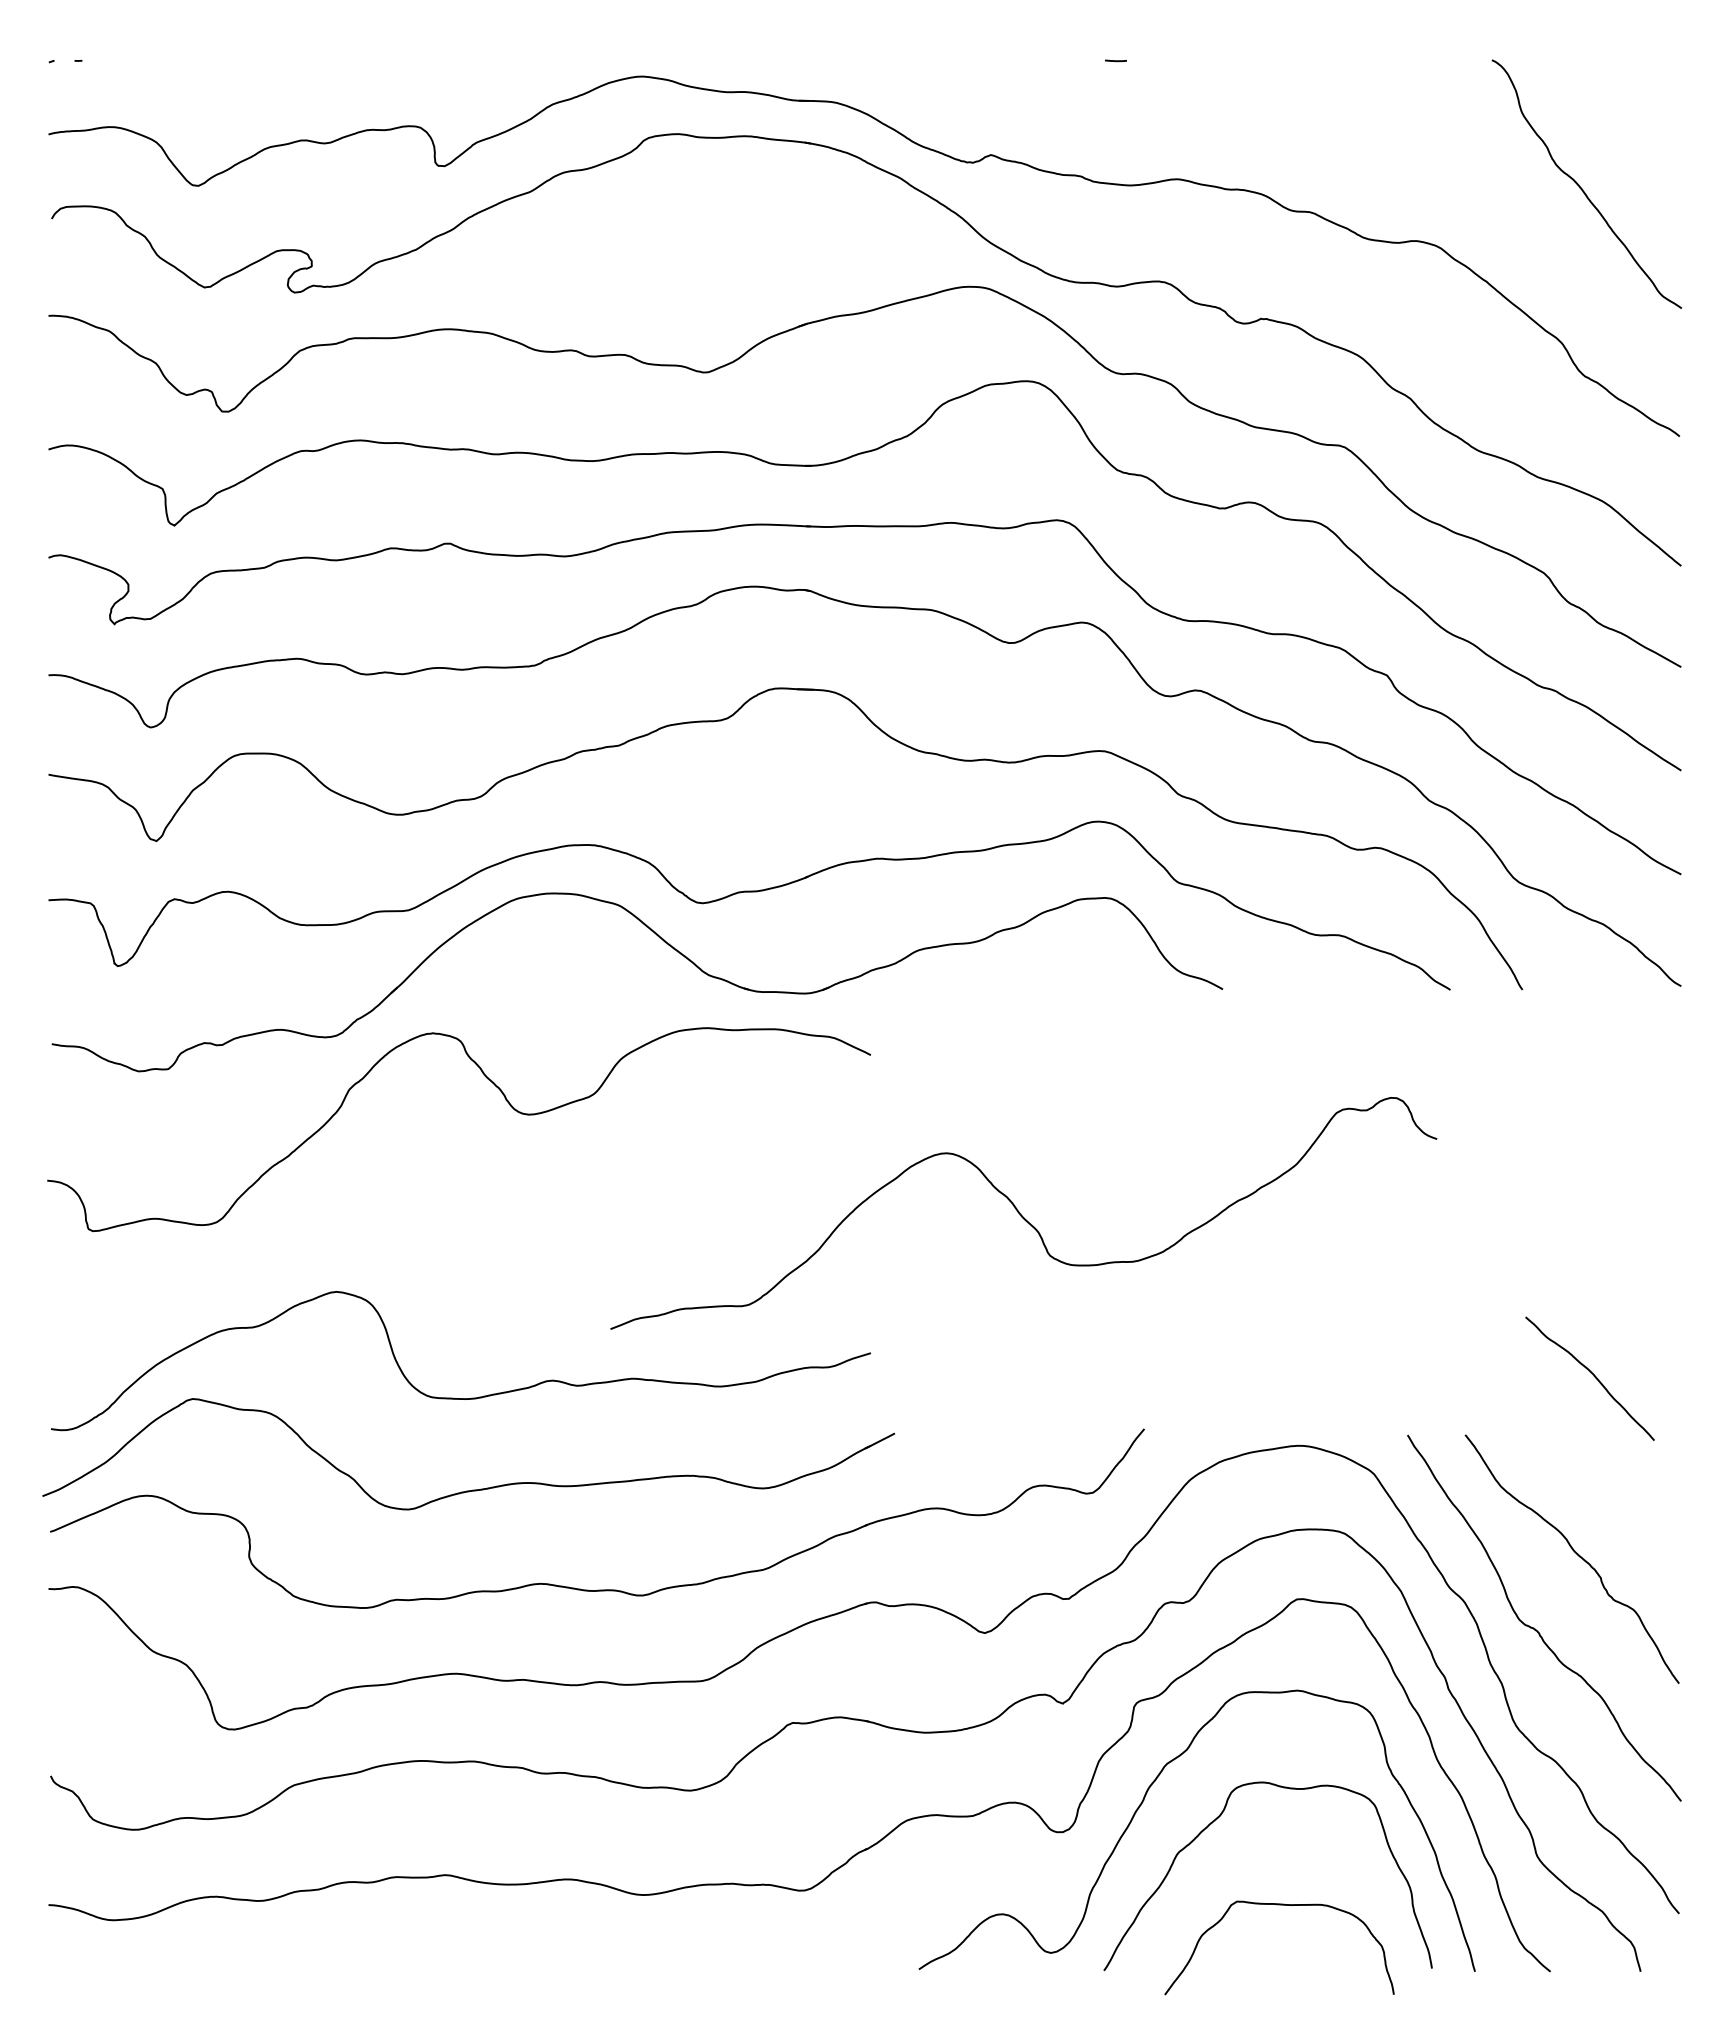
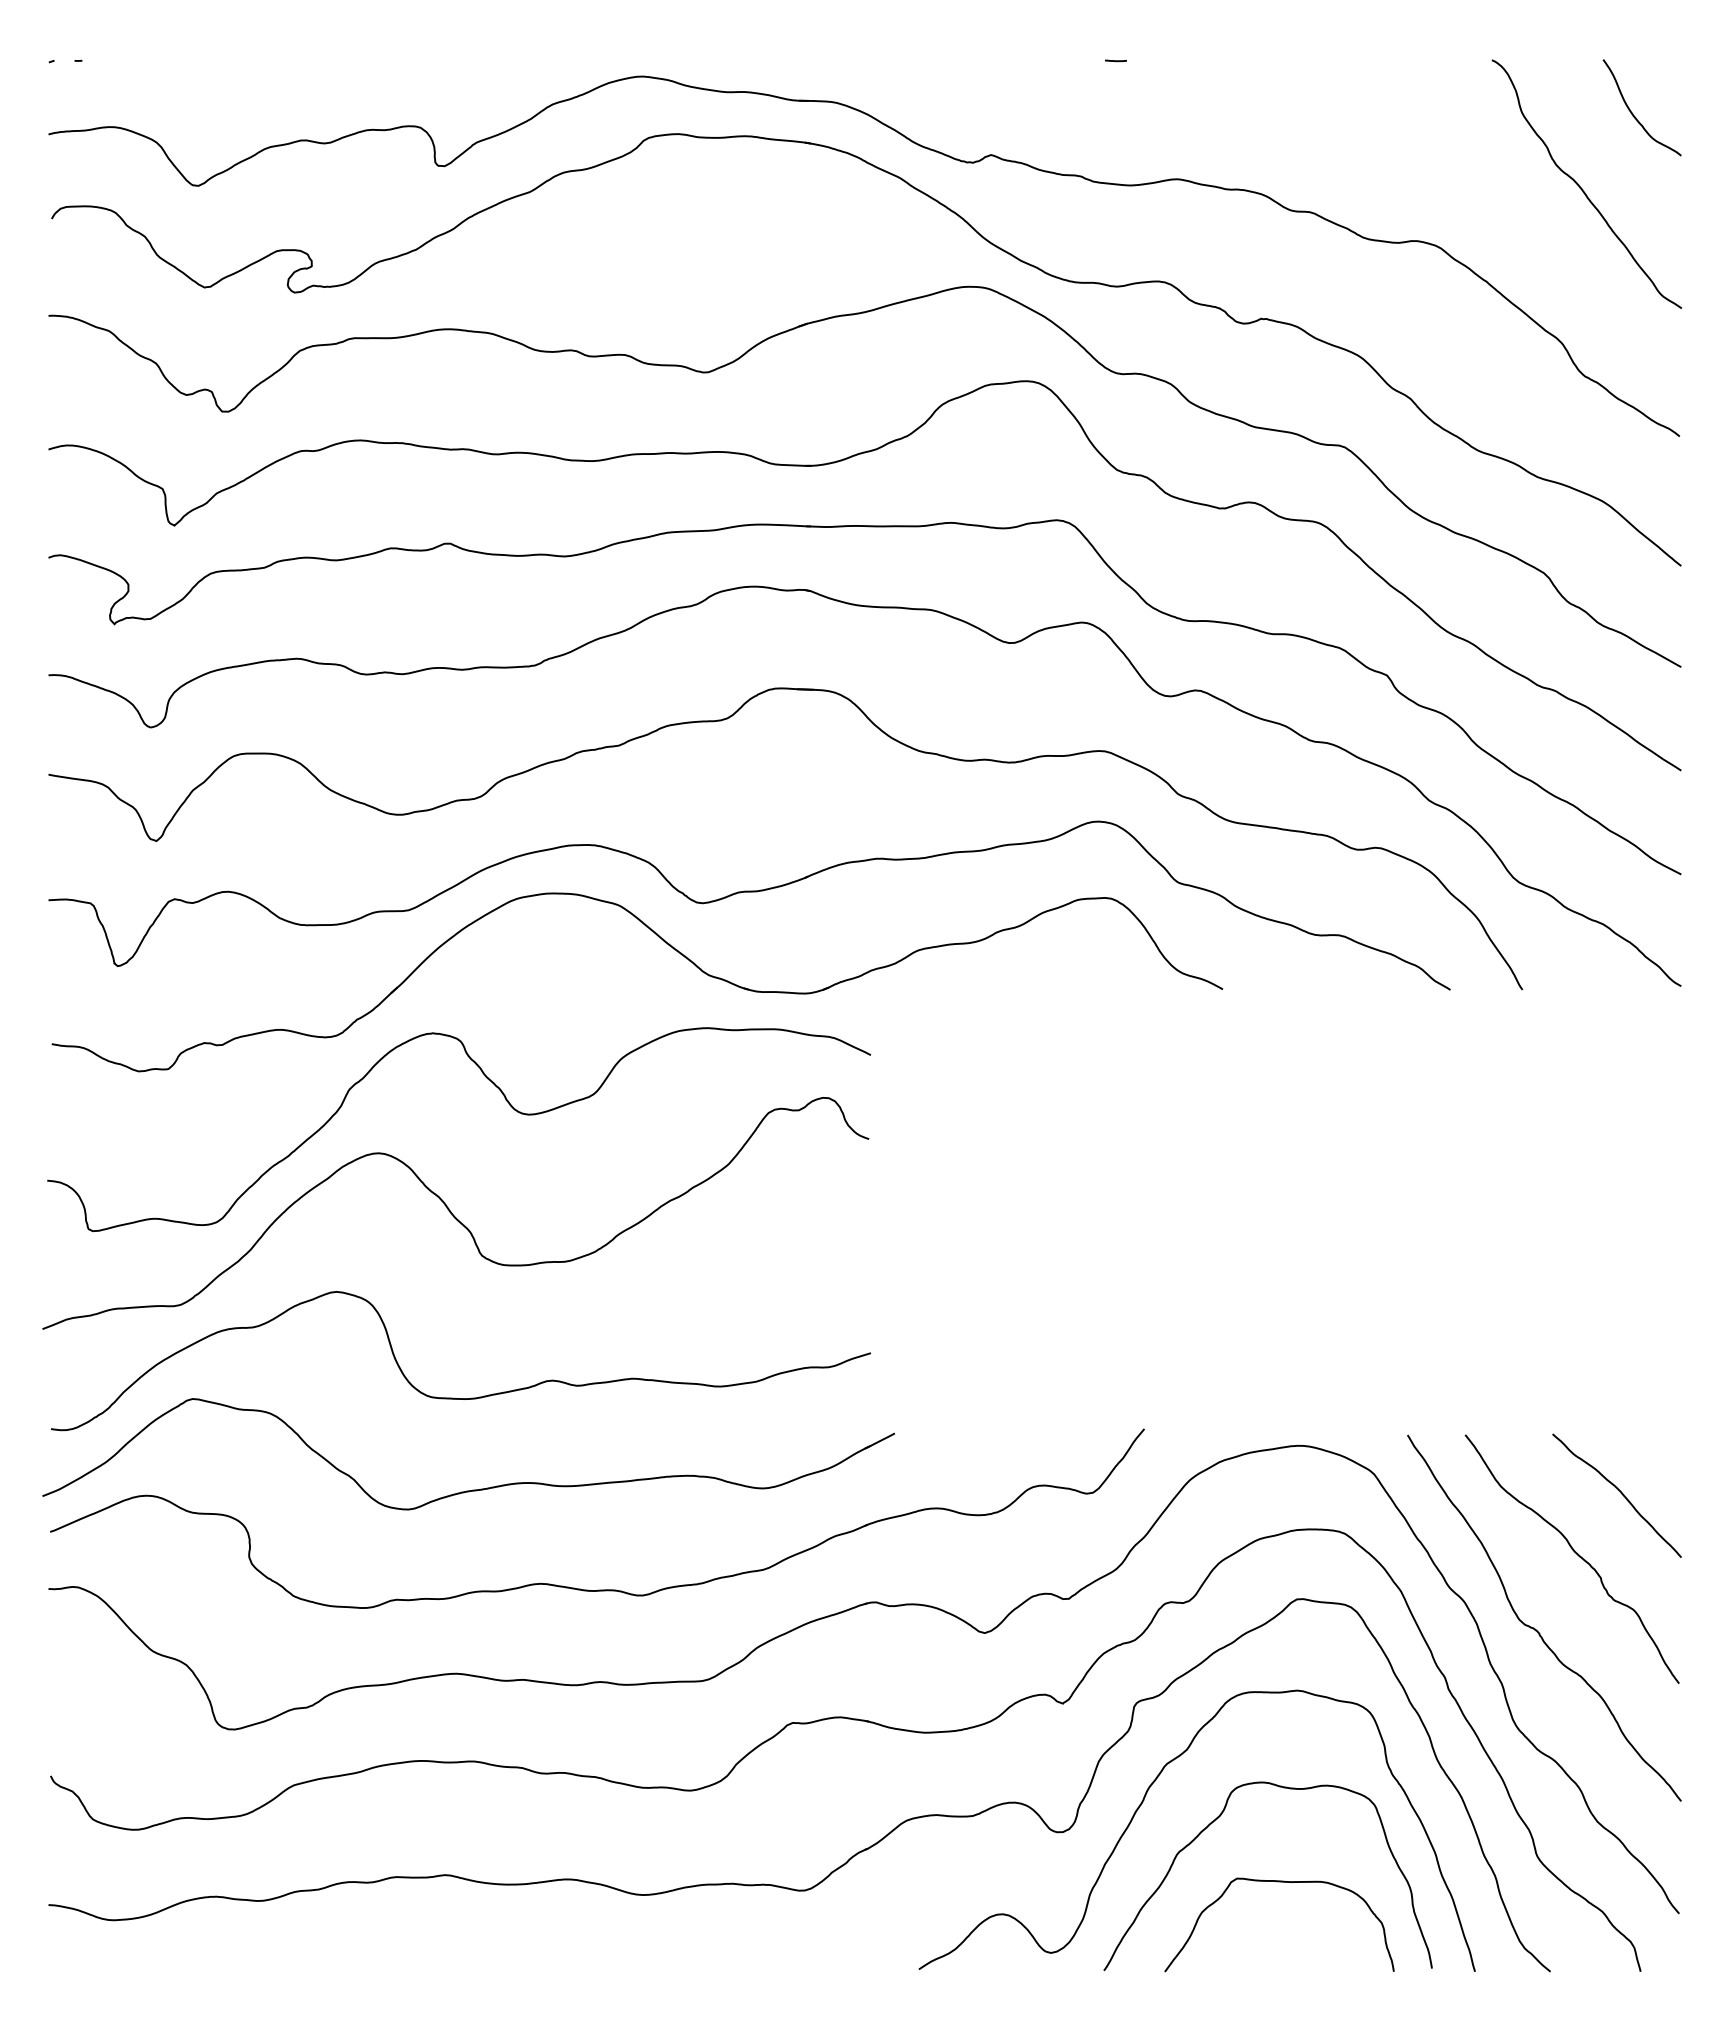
curve at (1633, 113): none -> present
curve at (1021, 1214) position: (1021, 1214) -> (453, 1214)
curve at (1593, 1376) position: (1593, 1376) -> (1620, 1493)
curve at (1279, 1905) position: (1279, 1905) -> (1279, 1882)
